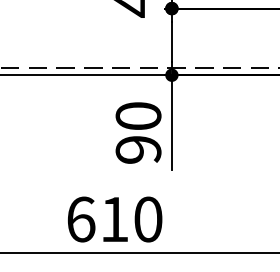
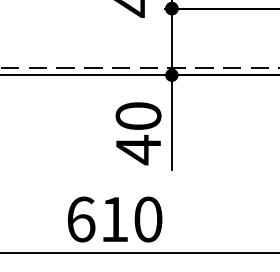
text at (138, 149): 90 -> 40
